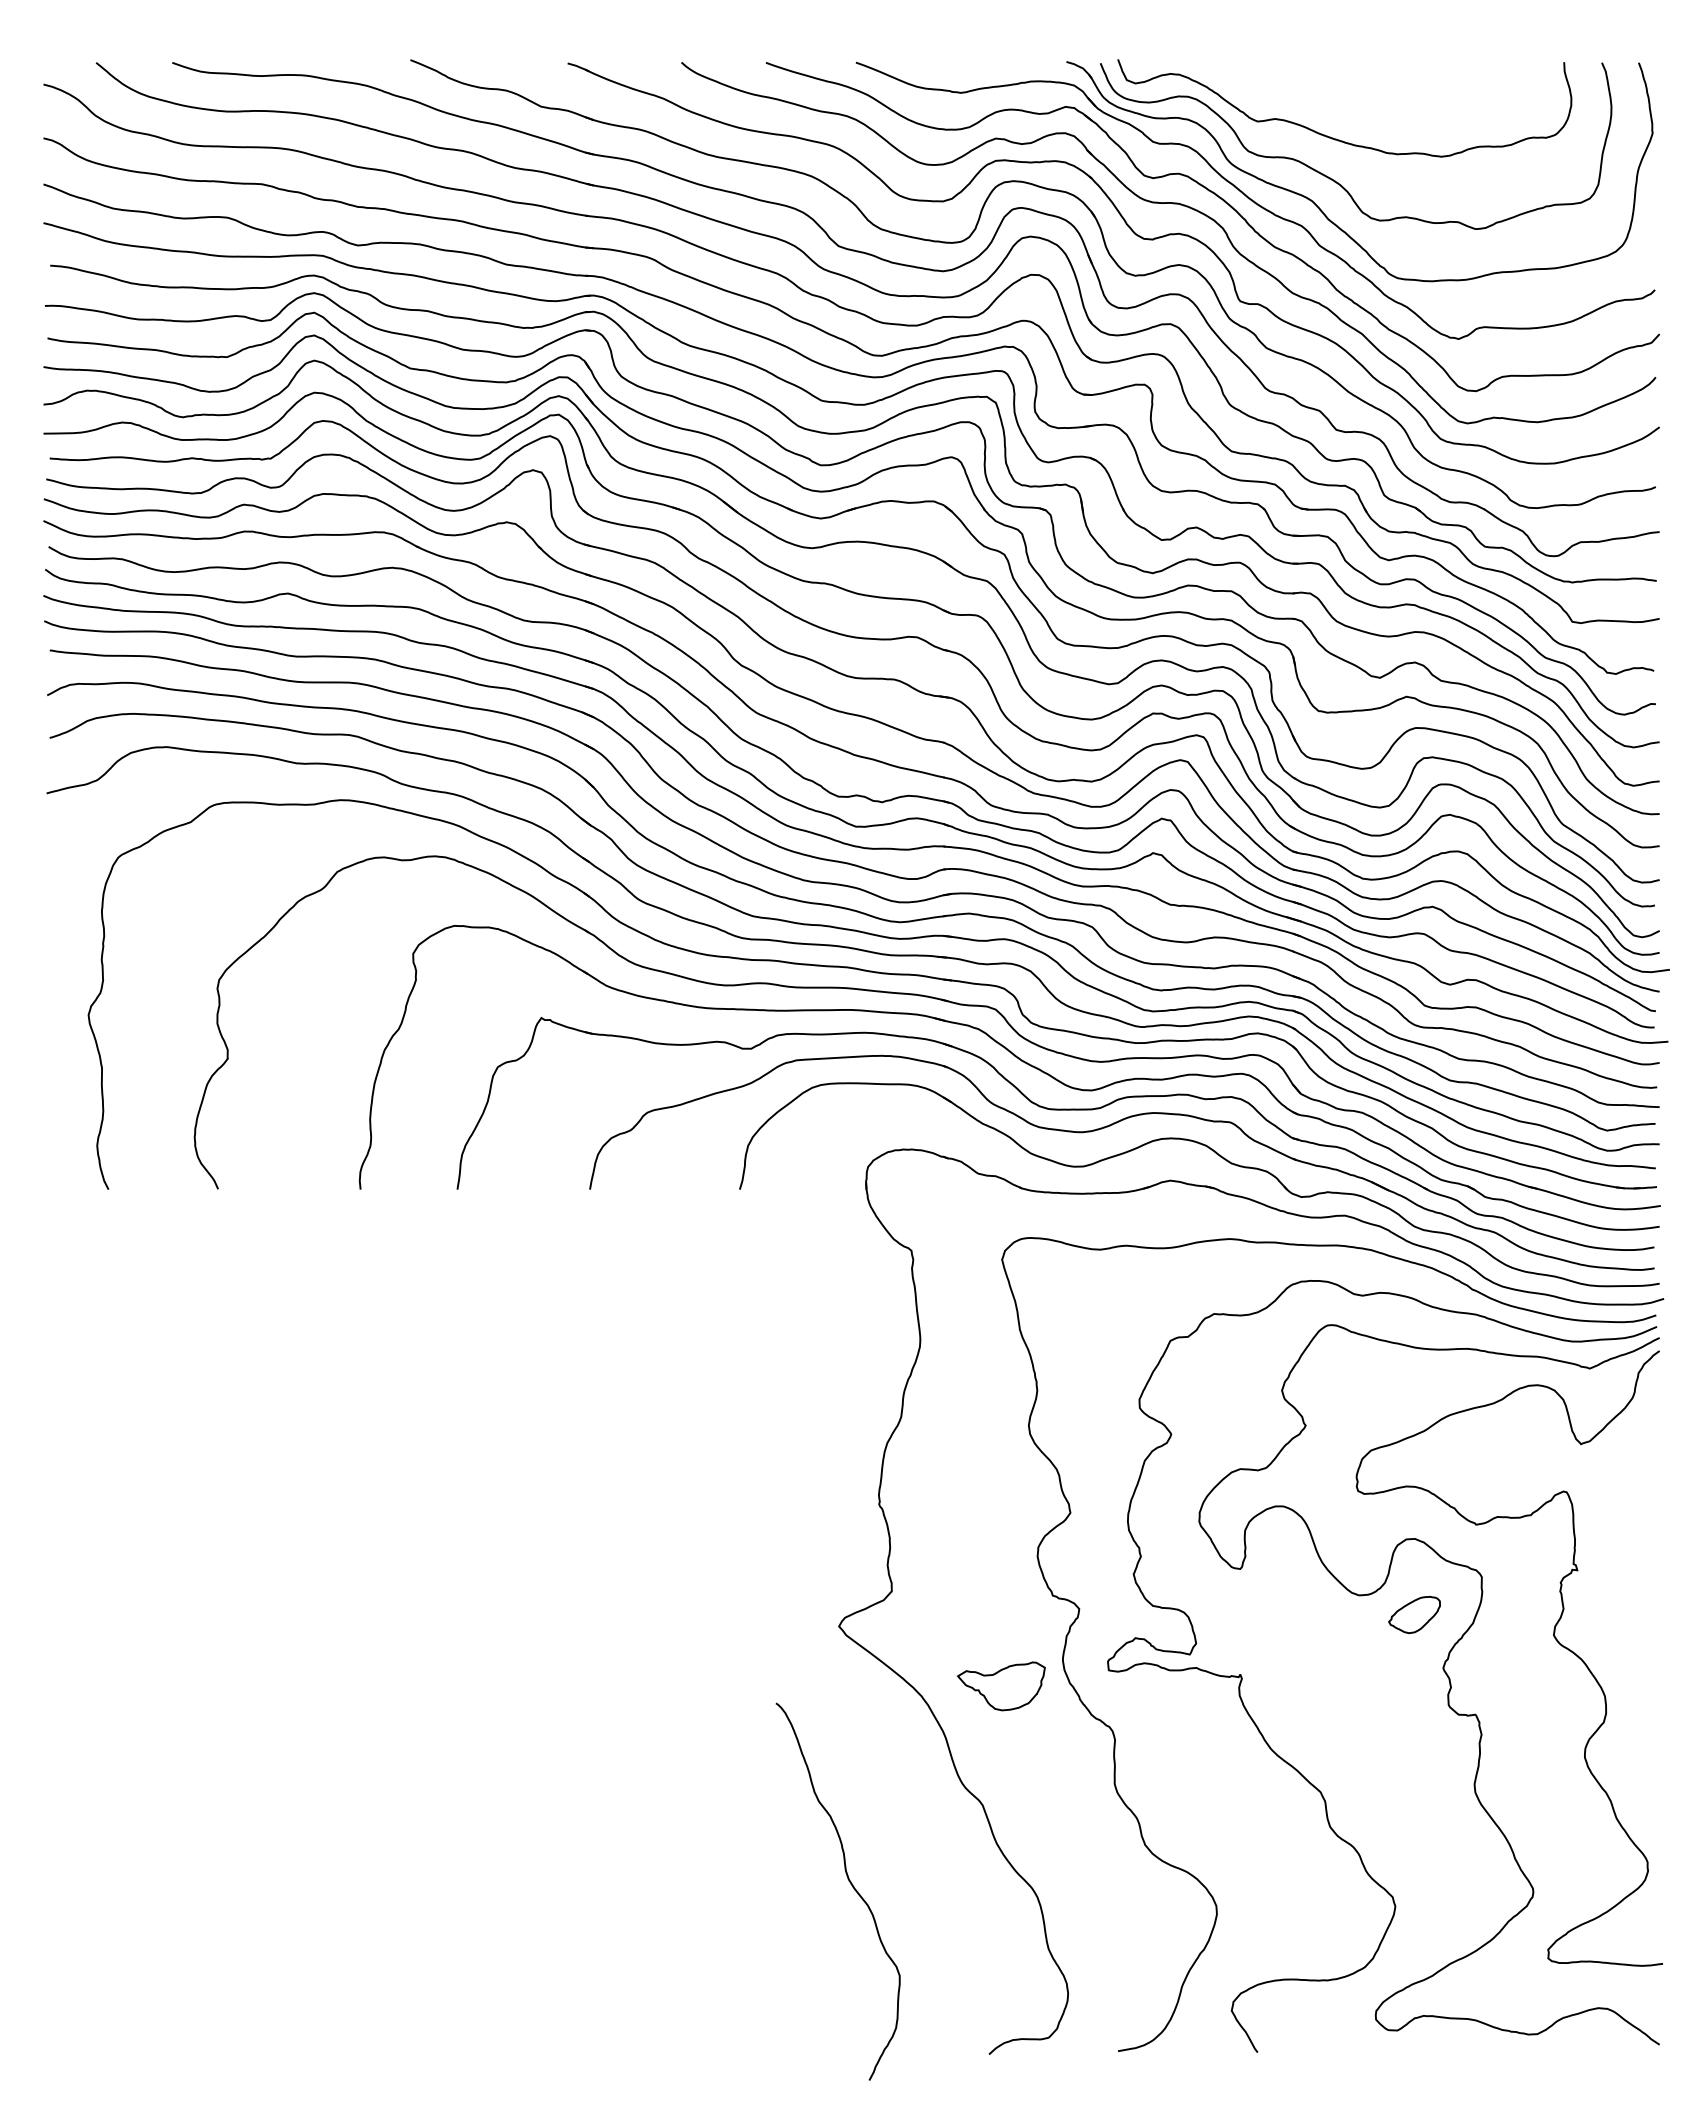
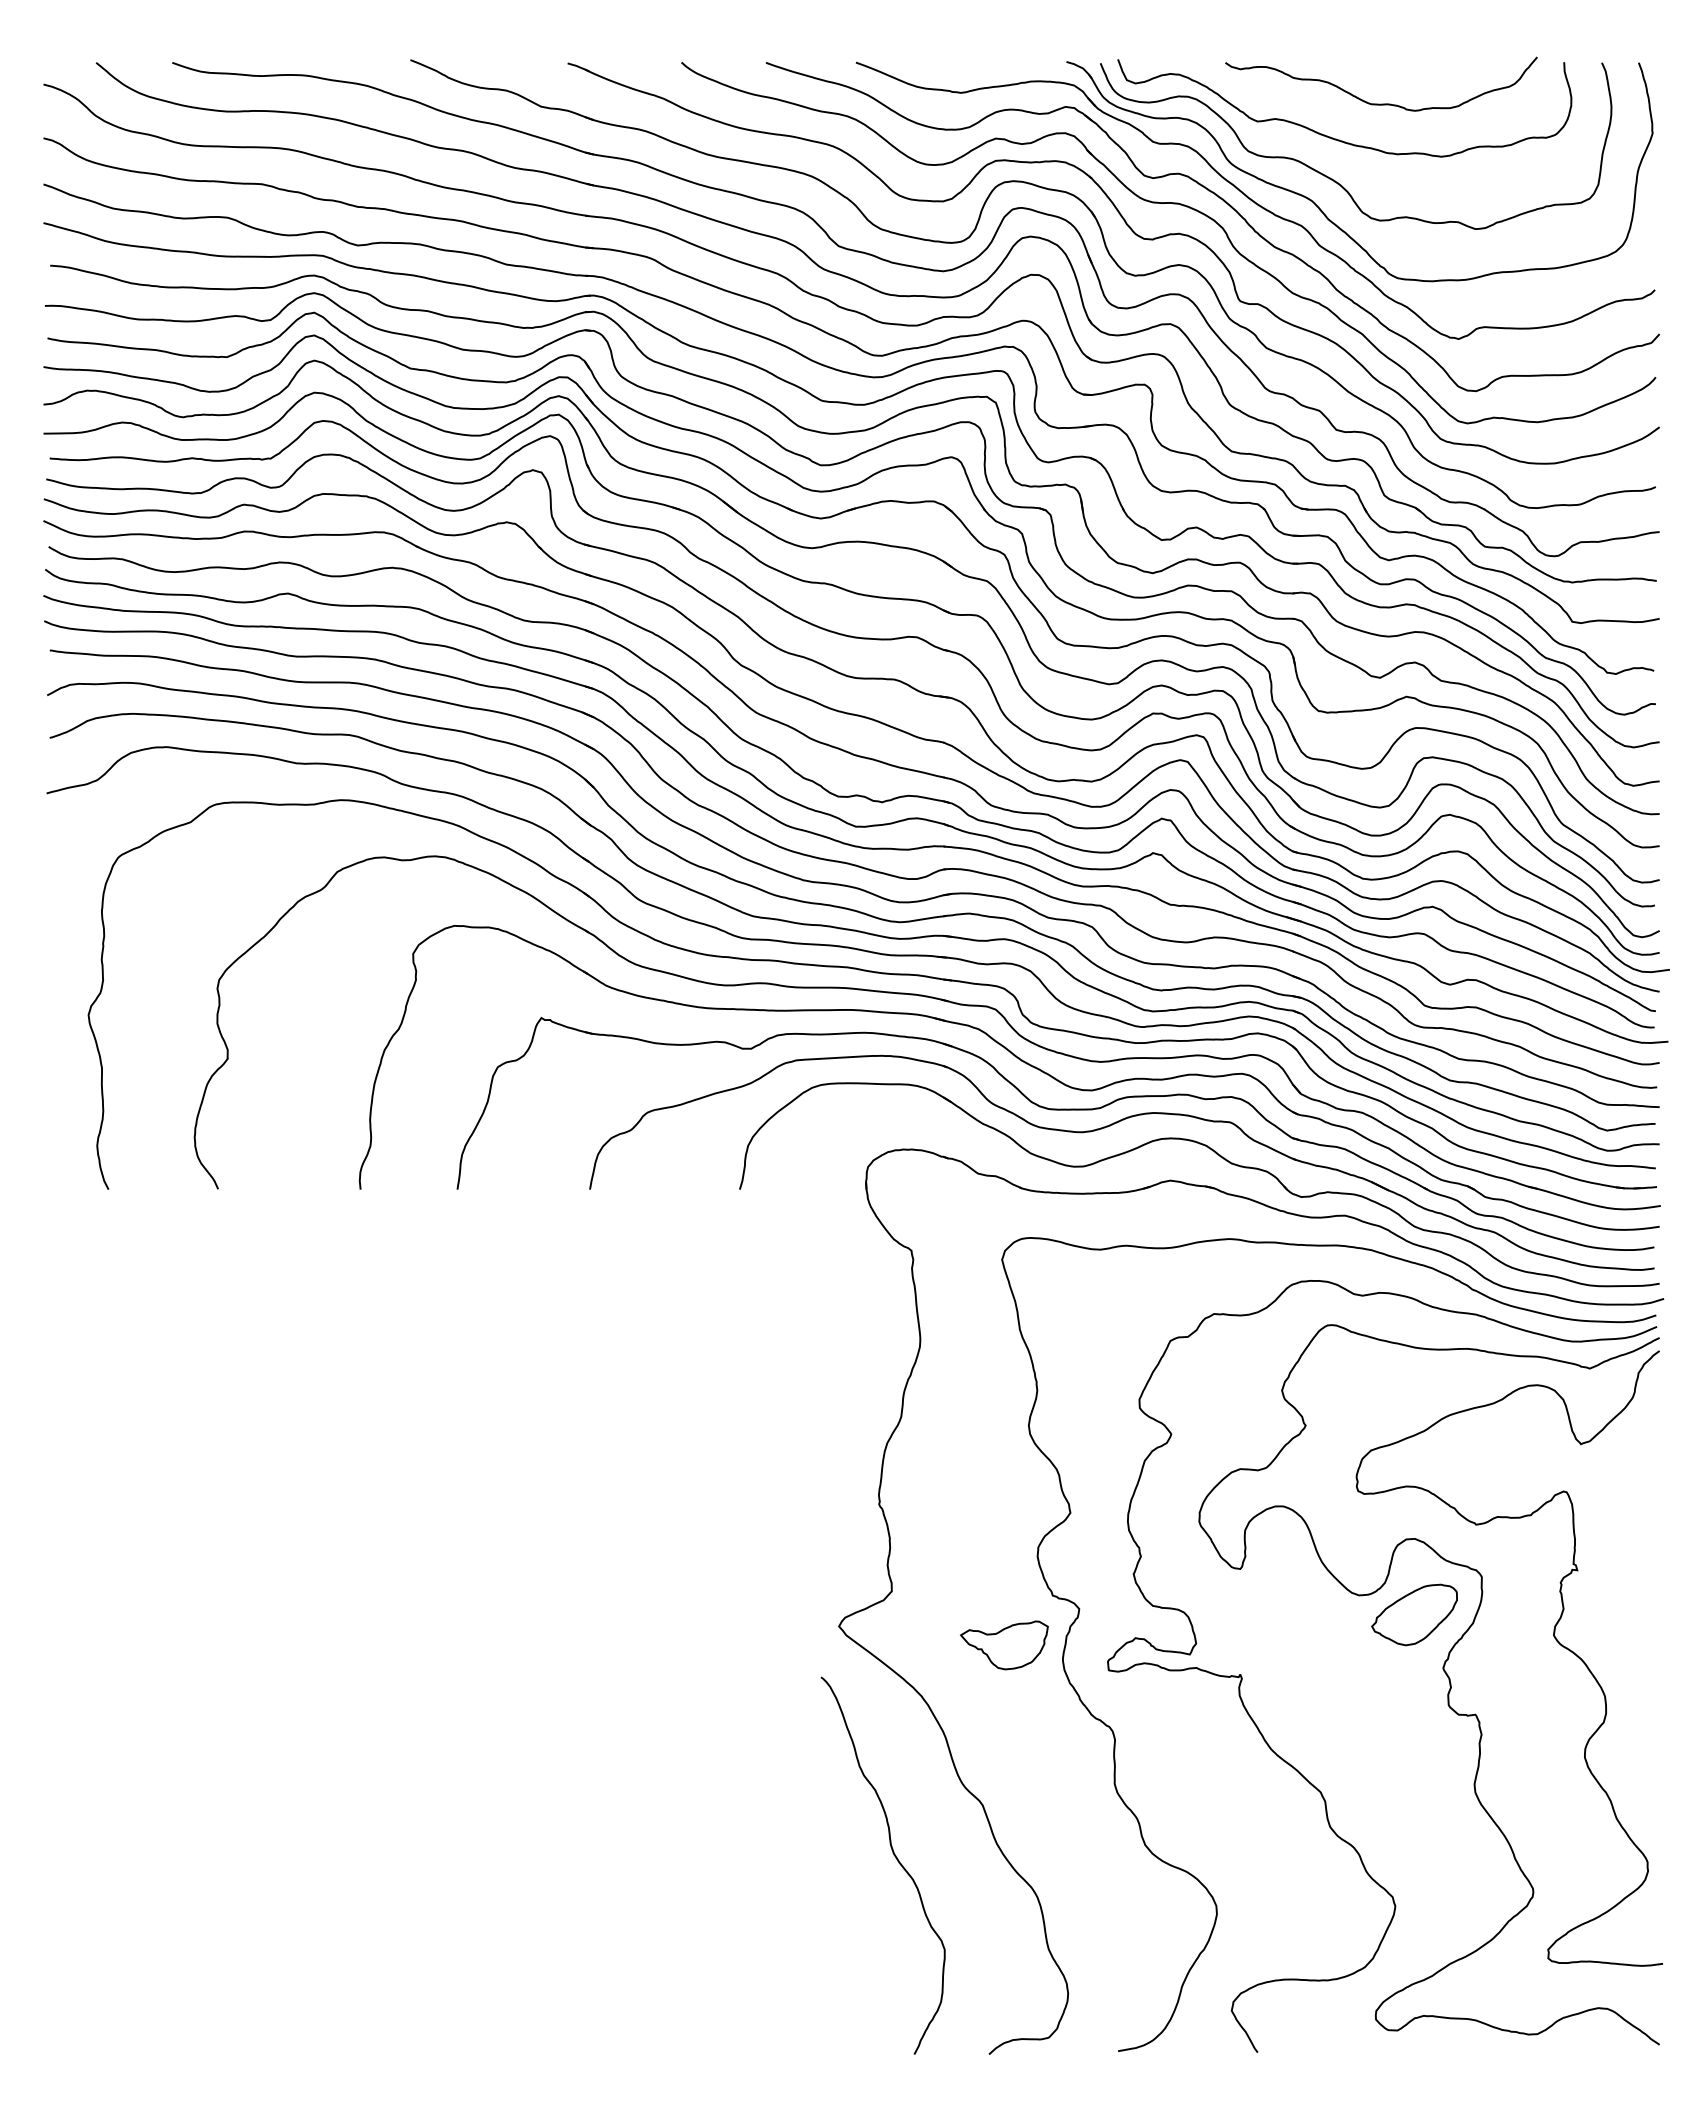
curve at (1381, 103): none -> present
part at (1414, 1615) size: 53x39 px -> 87x64 px
part at (1001, 1686) position: (1001, 1686) -> (1004, 1645)
curve at (850, 1884) position: (850, 1884) -> (895, 1858)
